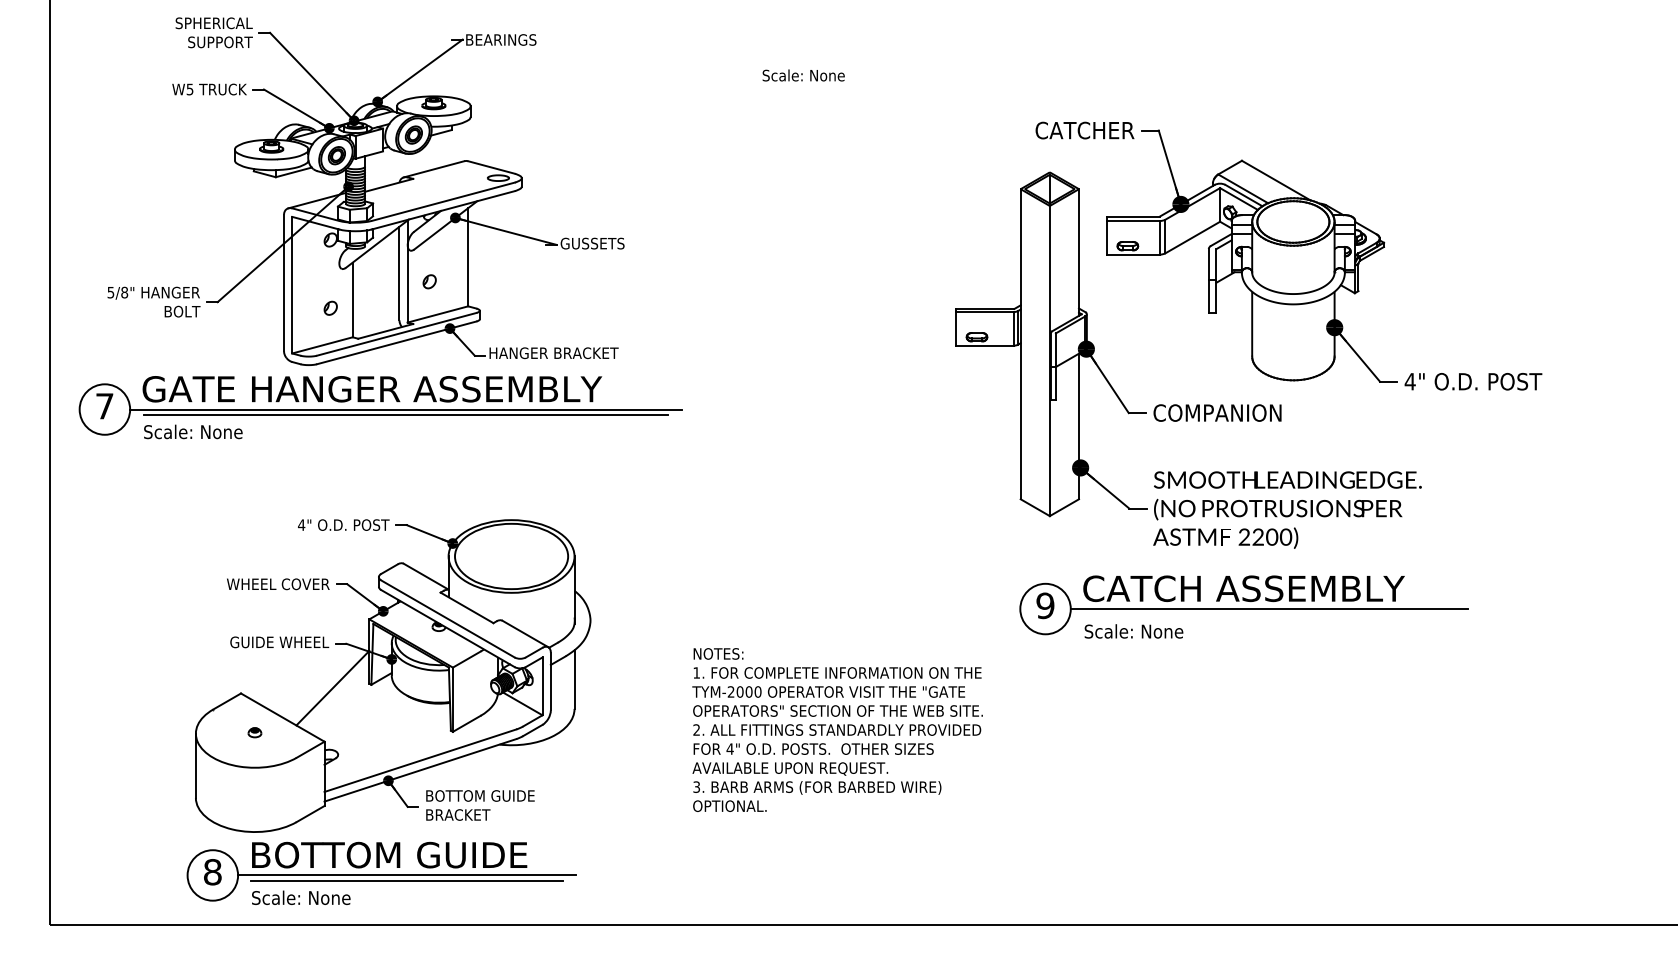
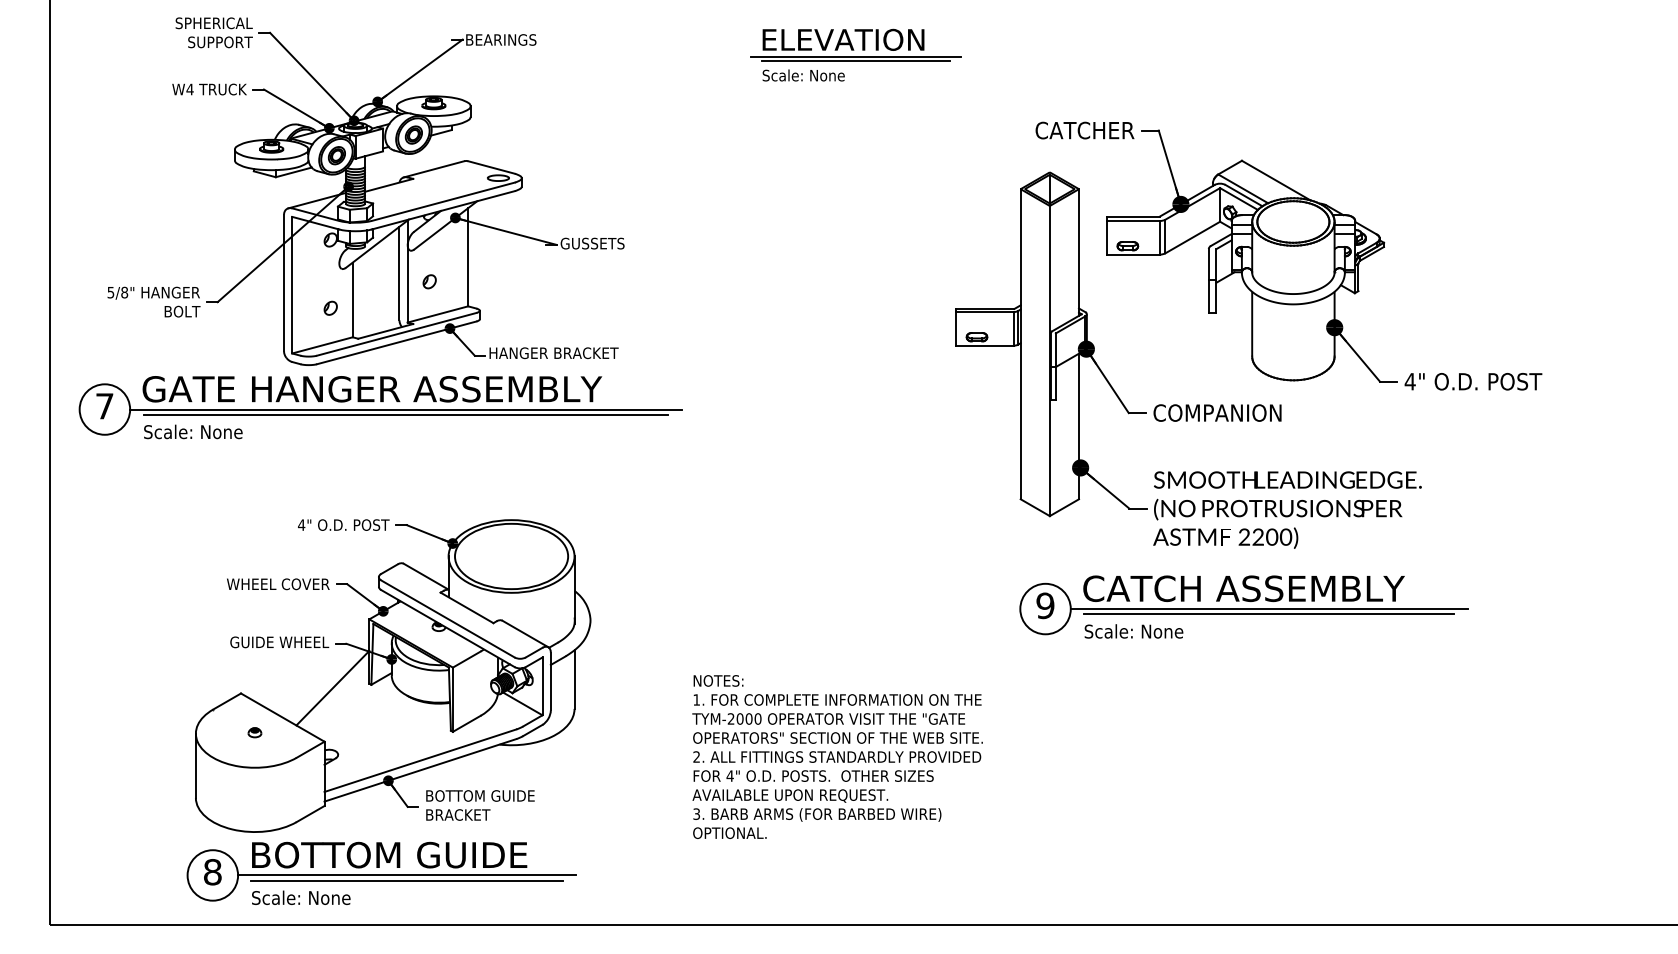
part at (855, 44): none -> present
text at (189, 89): W5 -> W4
line at (1269, 614): none -> present
text at (837, 729) position: (837, 729) -> (837, 756)
